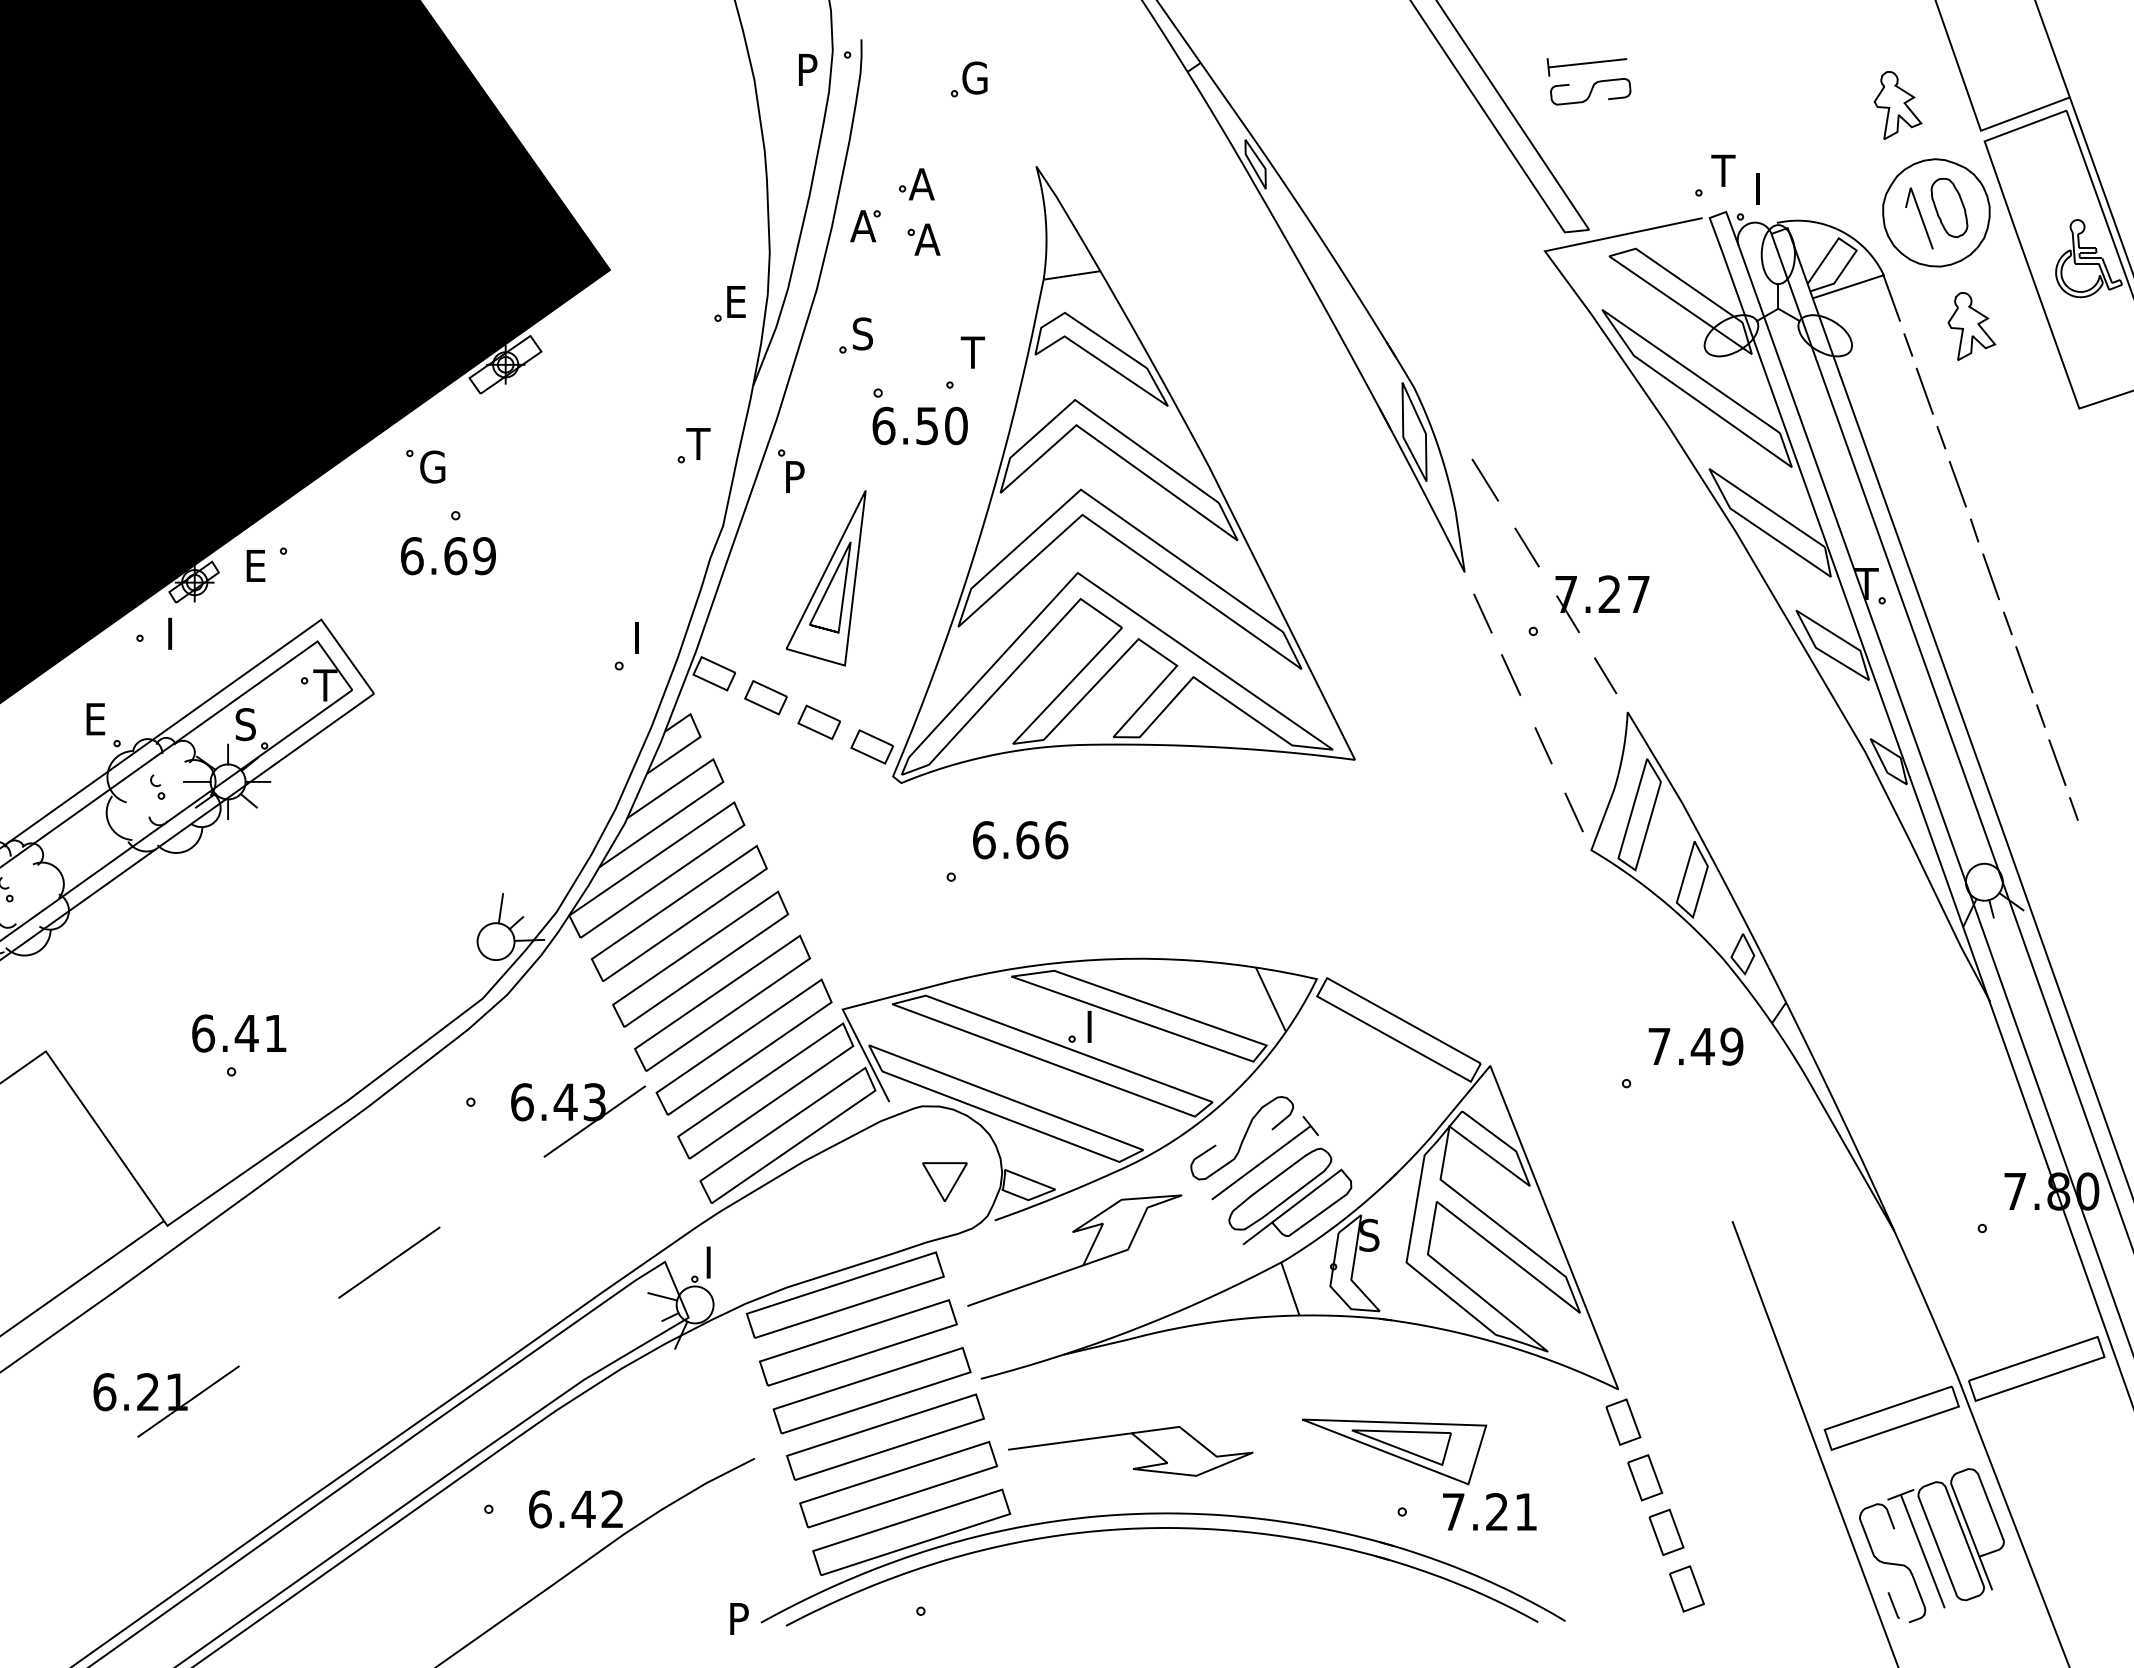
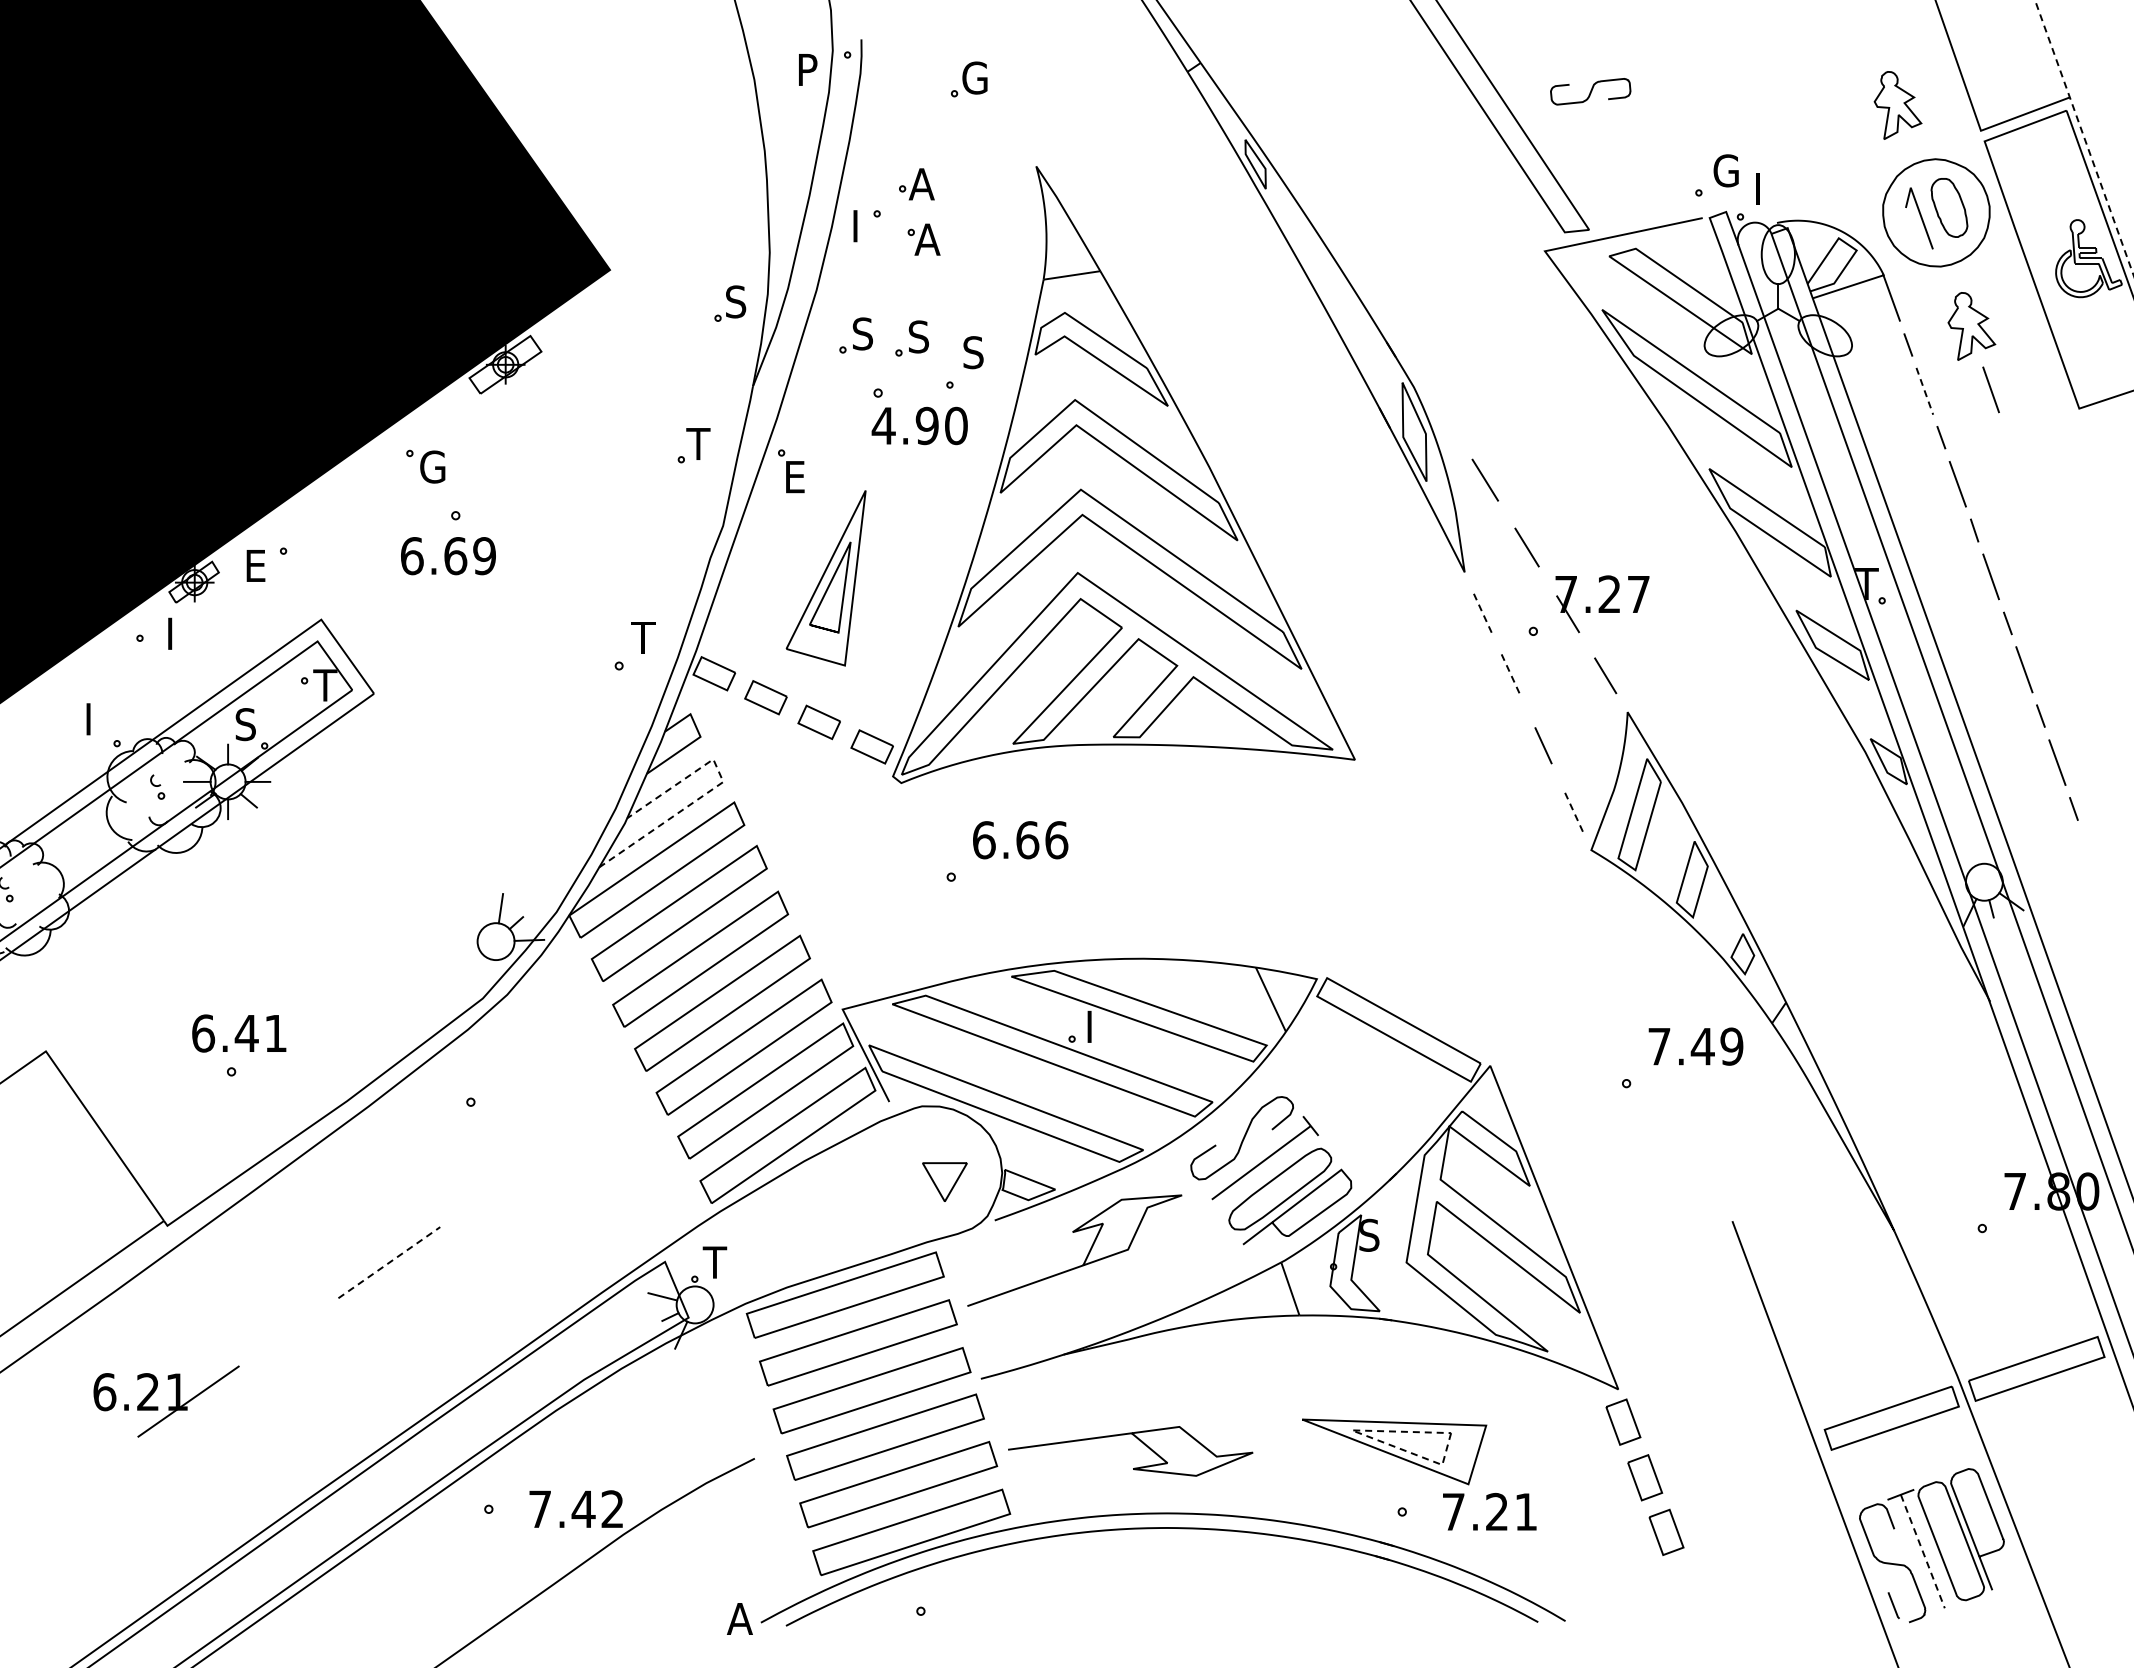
part at (1586, 67): present -> none
line at (2084, 138): solid -> dashed
text at (1724, 170): T -> G
text at (863, 226): A -> I
text at (736, 301): E -> S
part at (911, 338): none -> present
text at (972, 352): T -> S
line at (1990, 389): none -> present
line at (1924, 391): solid -> dashed
text at (904, 425): 6.50 -> 4.90
text at (797, 477): P -> E
line at (1482, 613): solid -> dashed
text at (643, 637): I -> T
line at (1511, 675): solid -> dashed
text at (97, 719): E -> I
line at (715, 787): solid -> dashed
line at (1574, 812): solid -> dashed
part at (578, 1120): present -> none
line at (389, 1262): solid -> dashed
text at (714, 1262): I -> T
line at (1365, 1435): solid -> dashed
text at (540, 1509): 6.42 -> 7.42
line at (1922, 1551): solid -> dashed
part at (1686, 1588): present -> none
text at (739, 1618): P -> A
